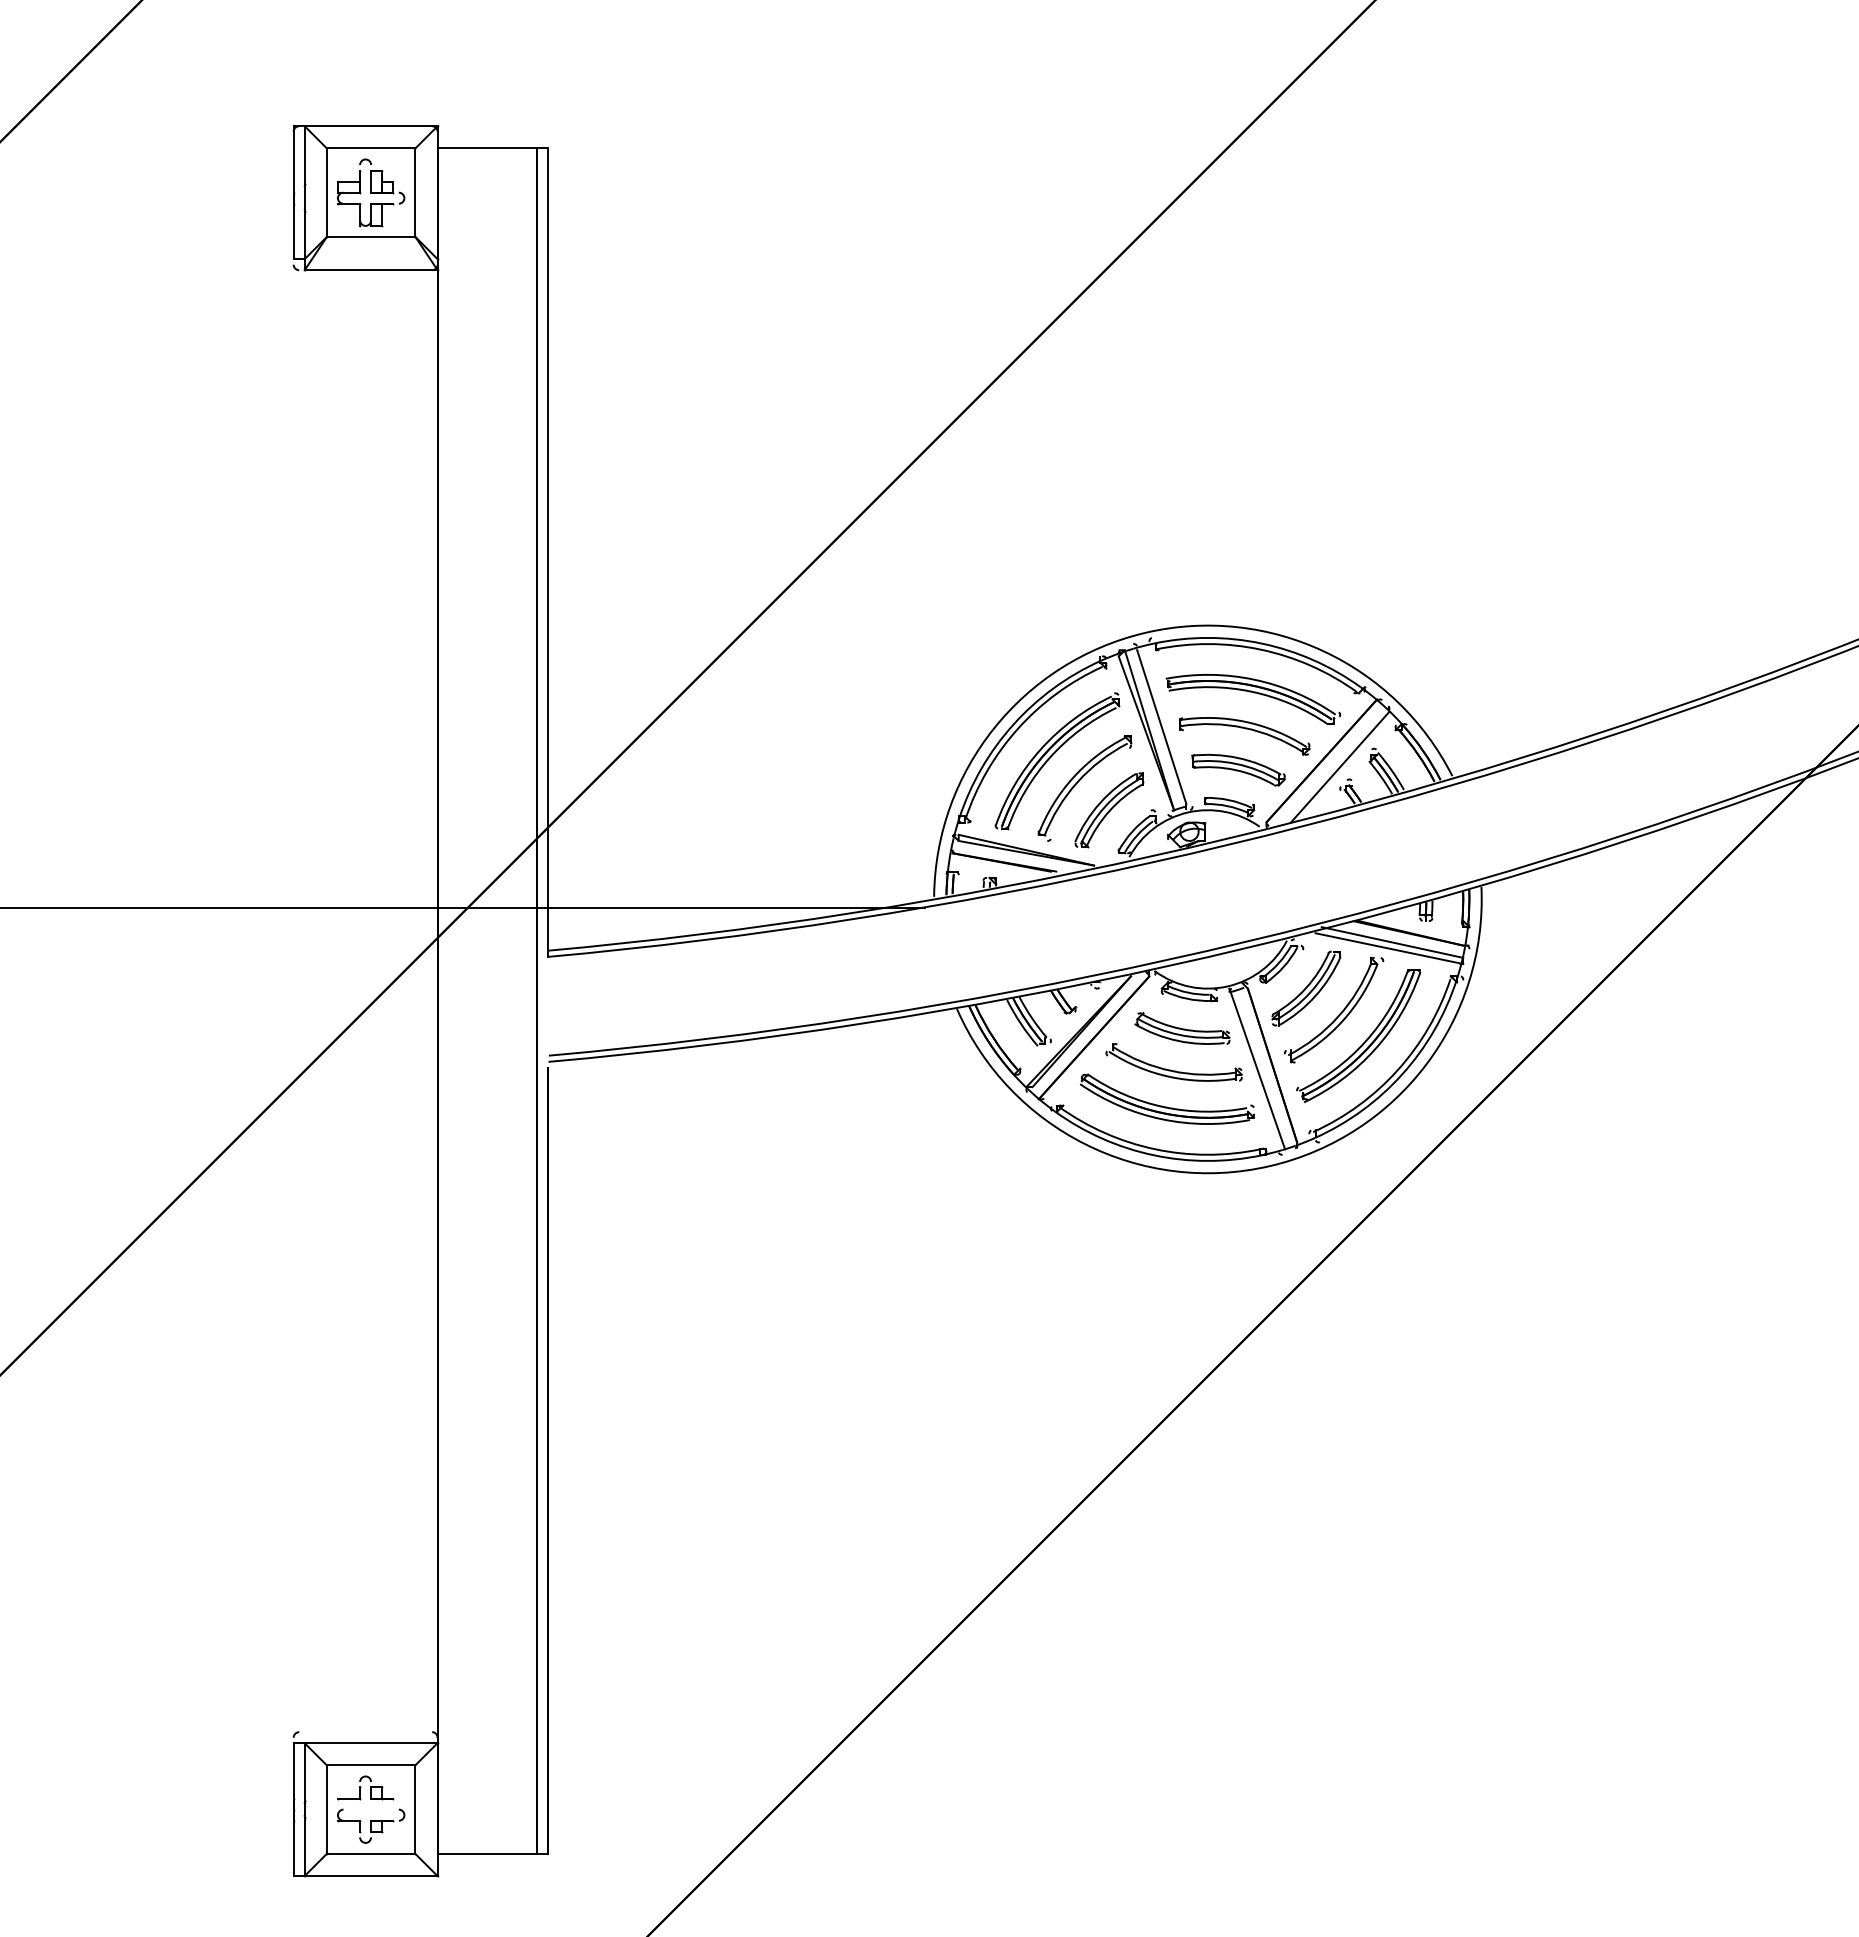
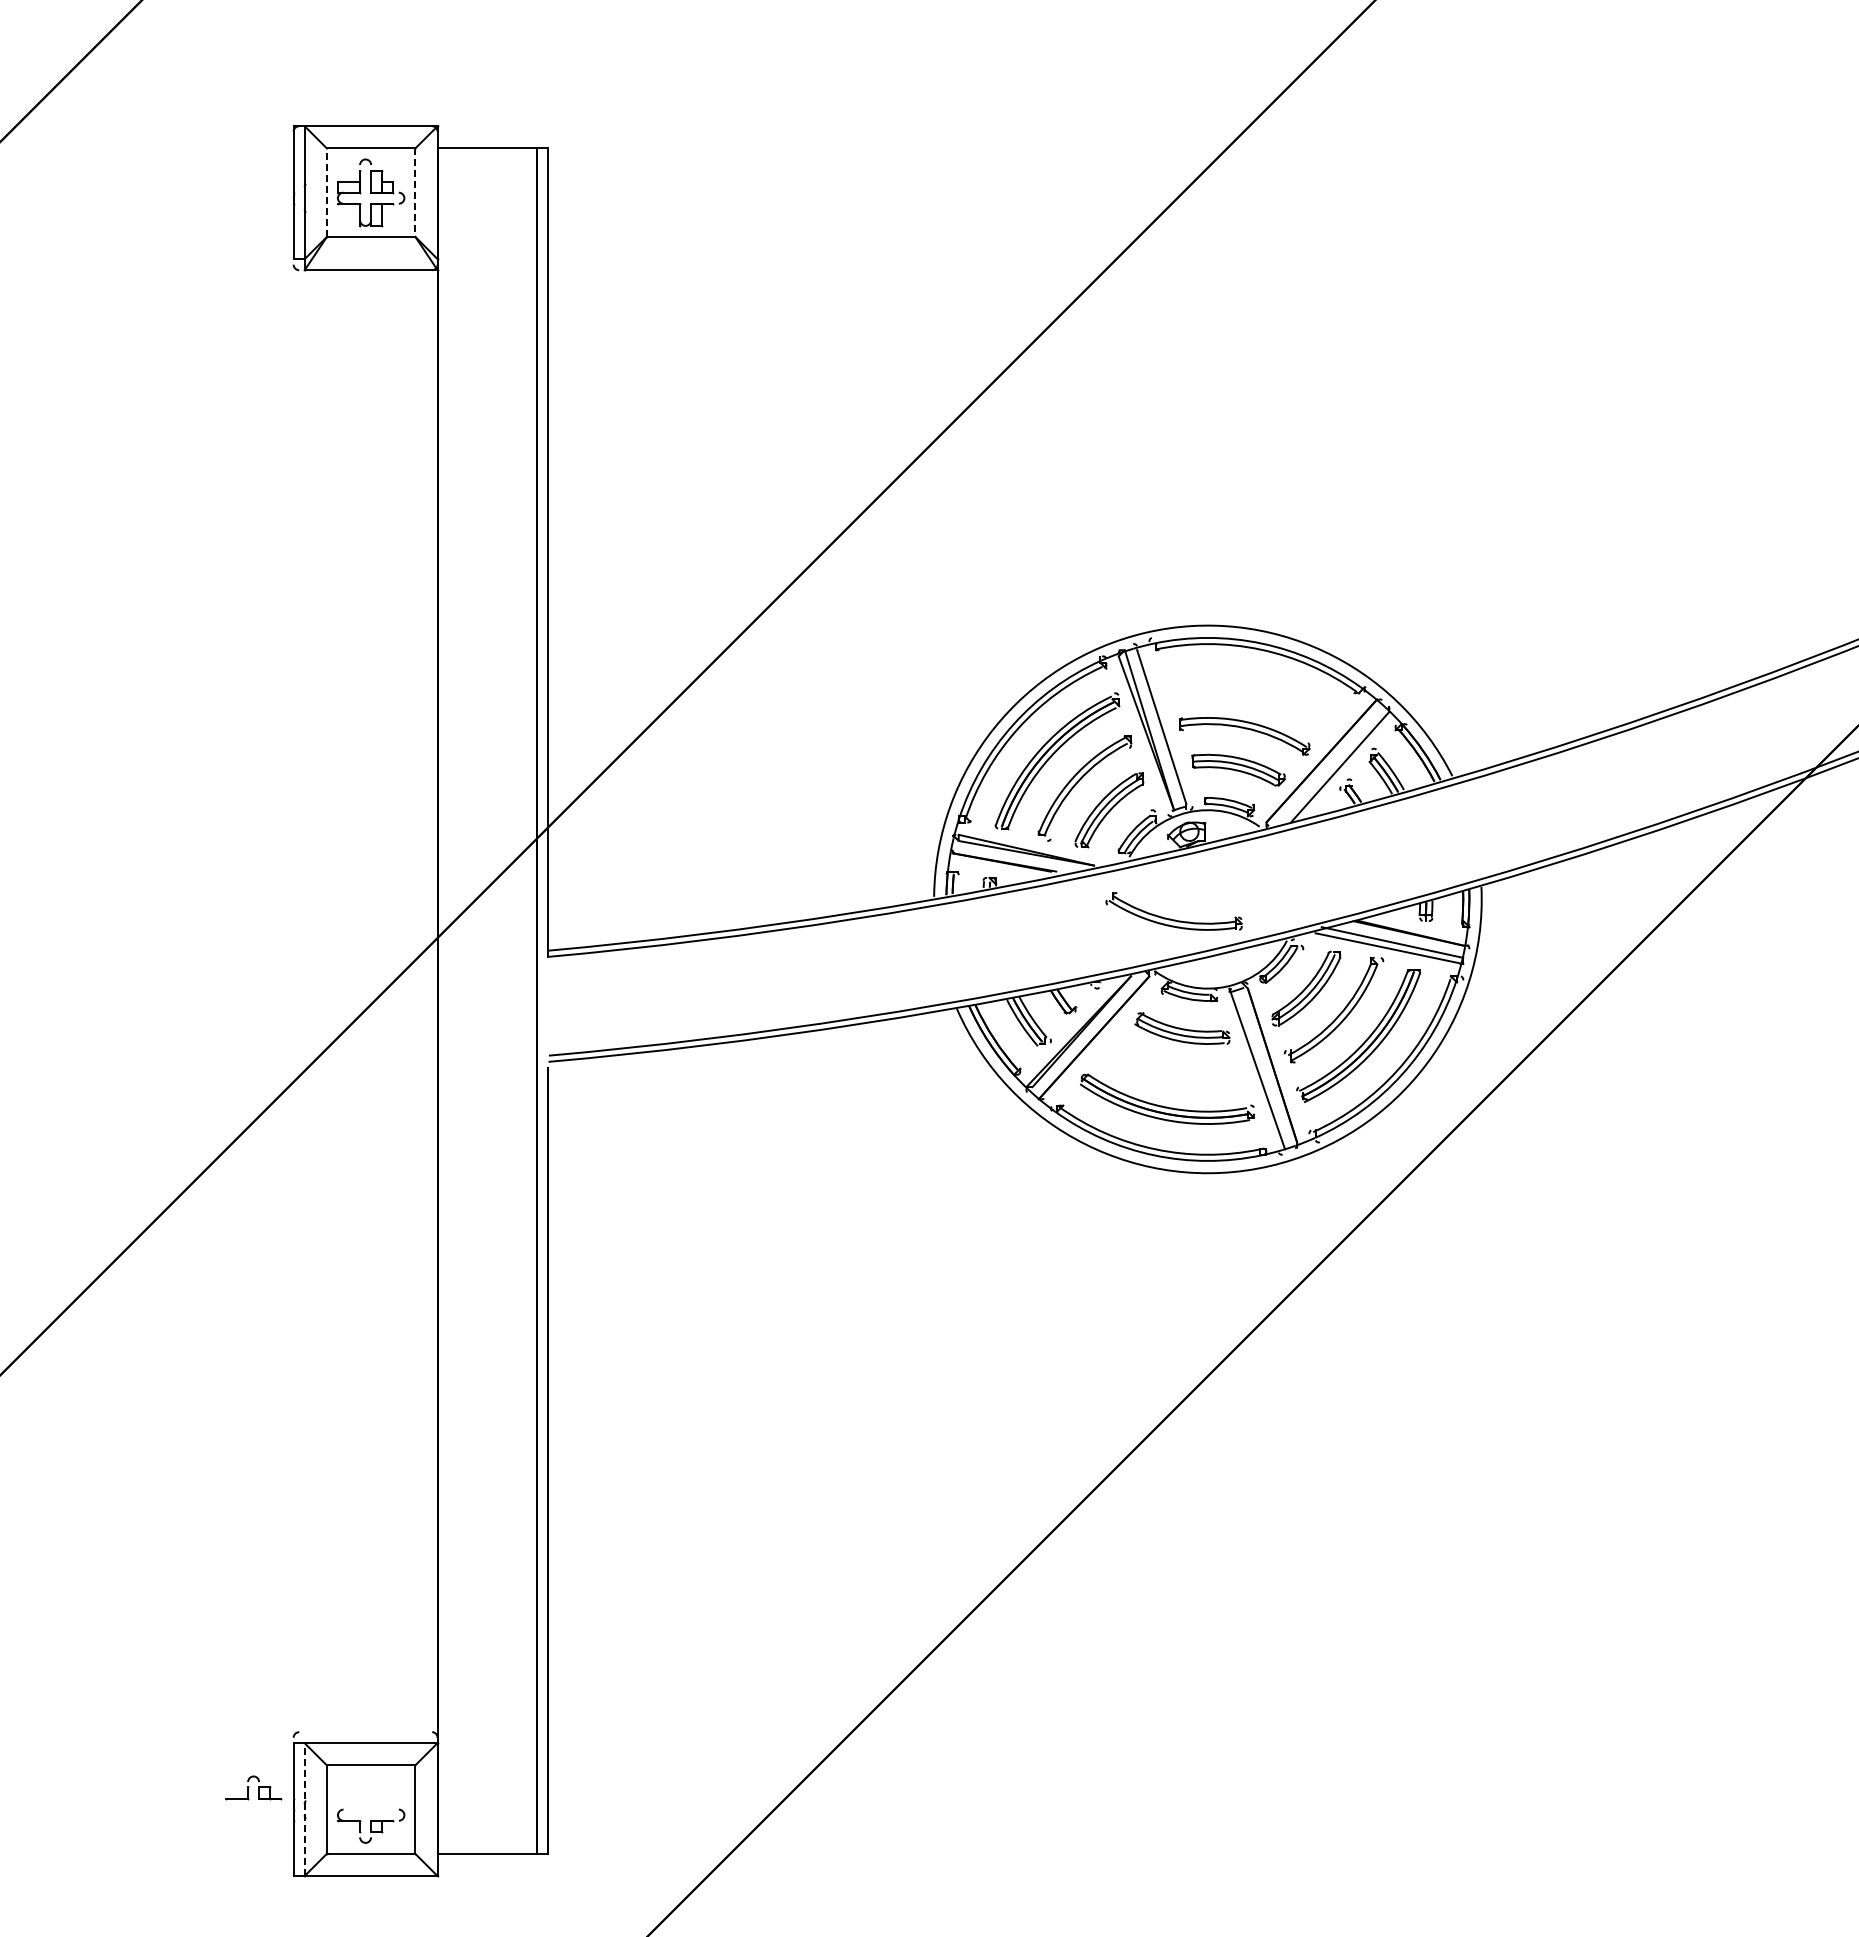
line at (326, 192): solid -> dashed
line at (415, 193): solid -> dashed
part at (1253, 699): present -> none
line at (463, 908): present -> none
part at (1171, 1069) position: (1171, 1069) -> (1171, 918)
part at (365, 1787) position: (365, 1787) -> (253, 1787)
line at (304, 1809): solid -> dashed
